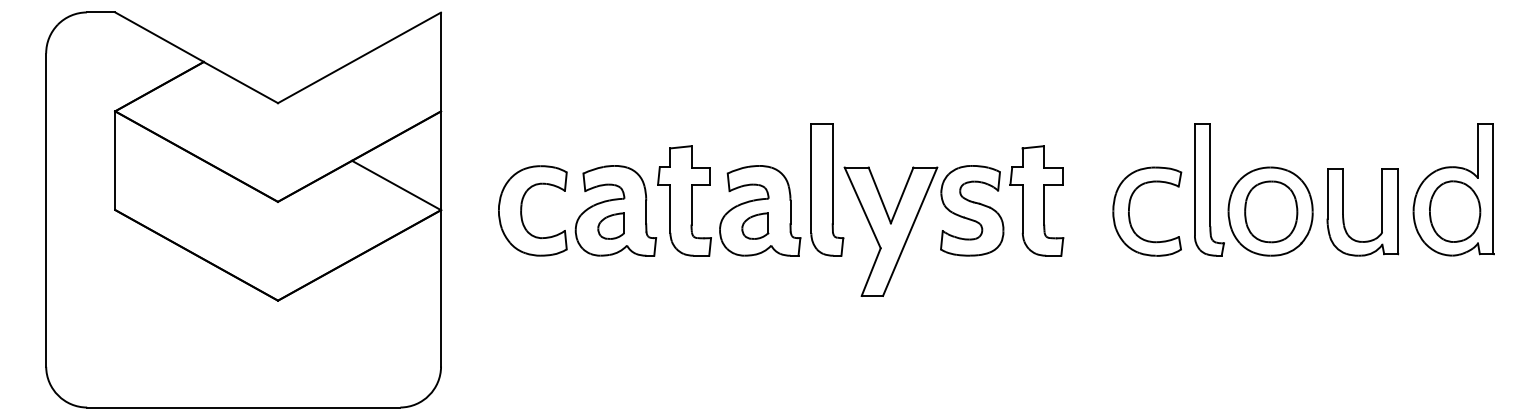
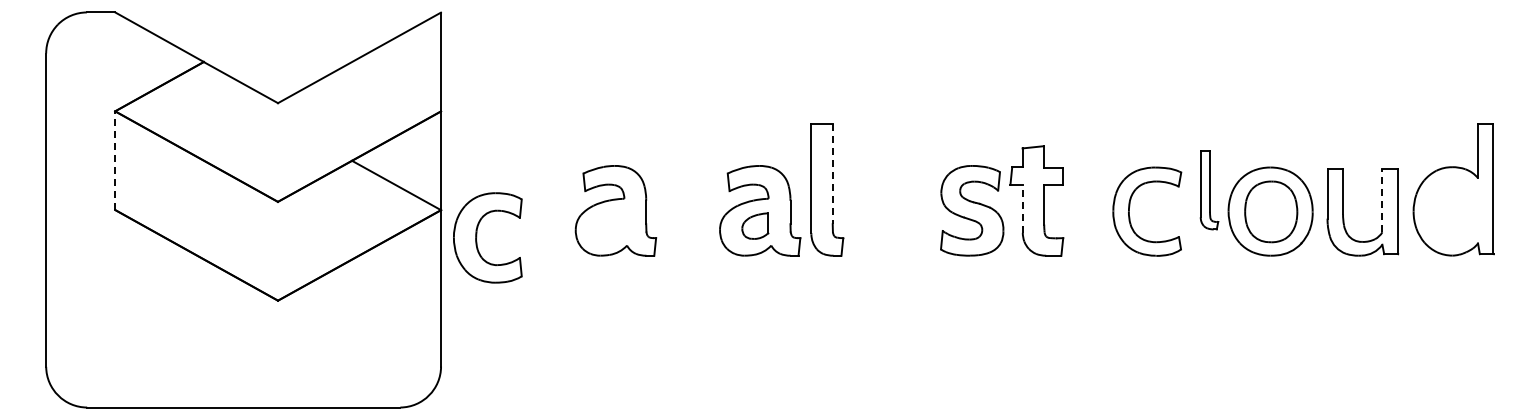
line at (115, 160): solid -> dashed
line at (832, 174): solid -> dashed
part at (1209, 189) size: 31x134 px -> 21x81 px
part at (684, 200): present -> none
line at (1382, 200): solid -> dashed
line at (1022, 208): solid -> dashed
part at (522, 210) position: (522, 210) -> (477, 237)
part at (1455, 211): present -> none
part at (610, 225): present -> none
part at (890, 231): present -> none
